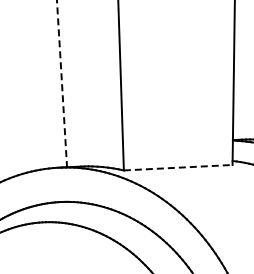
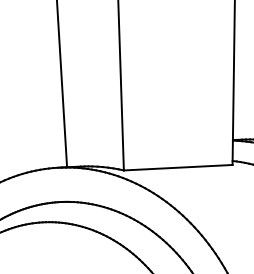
line at (62, 83): dashed -> solid
line at (178, 167): dashed -> solid
